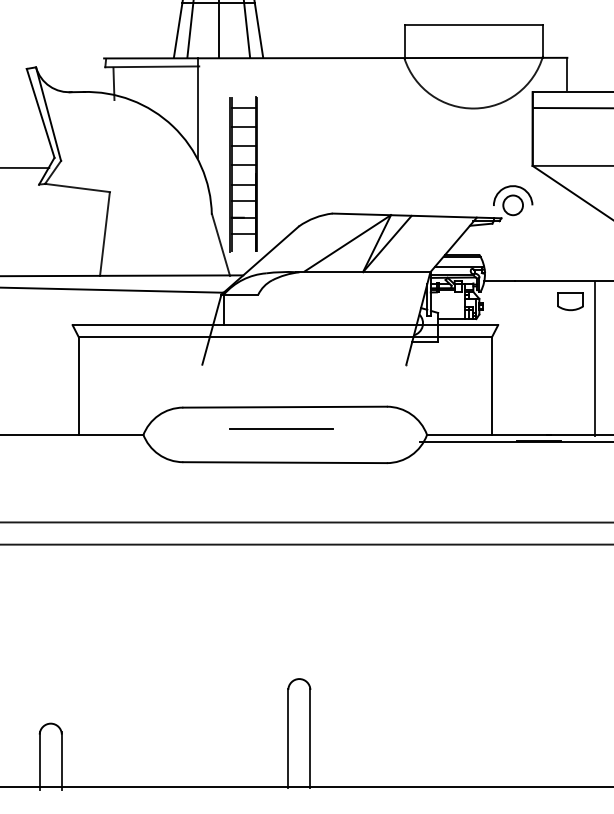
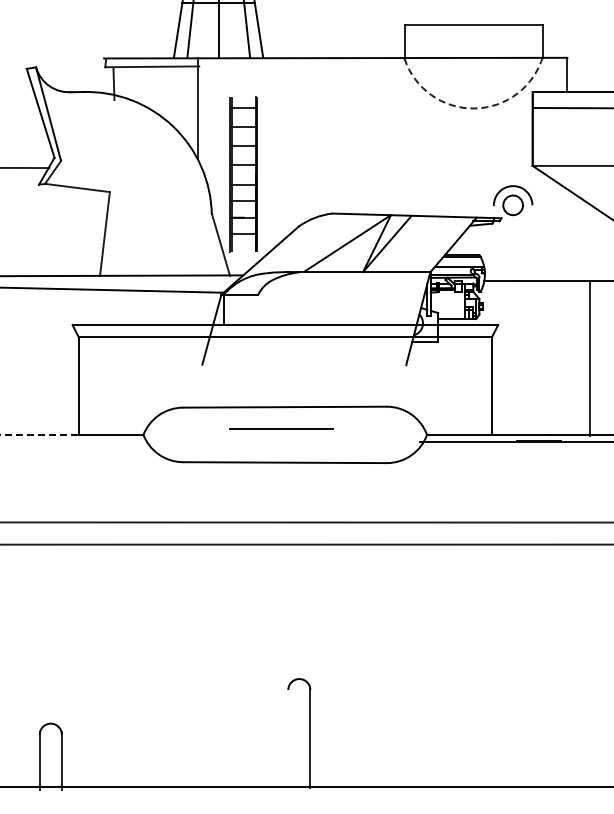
arc at (474, 108): solid -> dashed
part at (570, 301): present -> none
line at (594, 358) position: (594, 358) -> (589, 358)
line at (39, 434): solid -> dashed
line at (287, 737): present -> none
